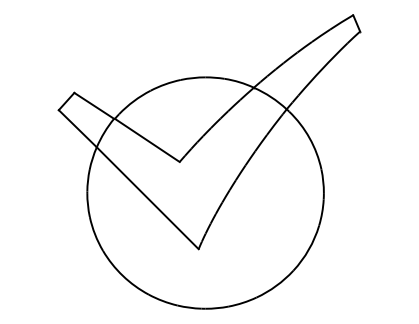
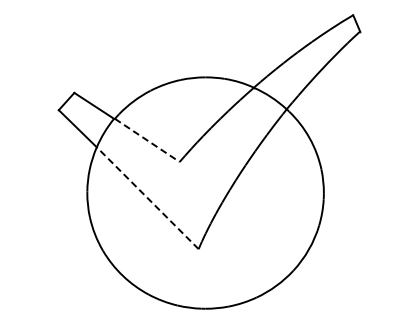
line at (147, 140): solid -> dashed
line at (147, 197): solid -> dashed
